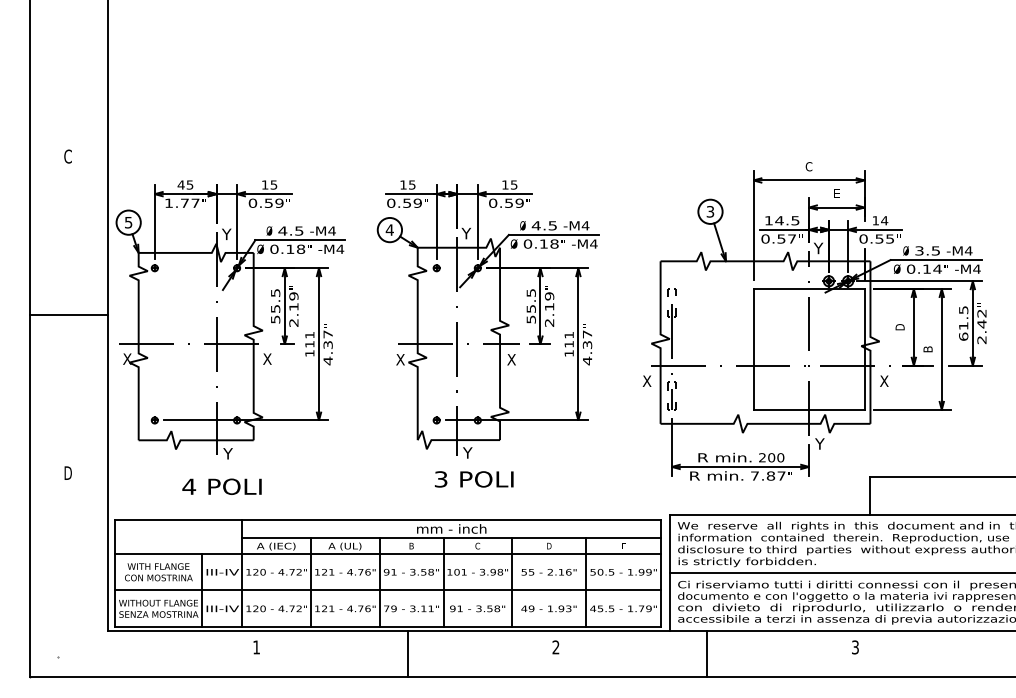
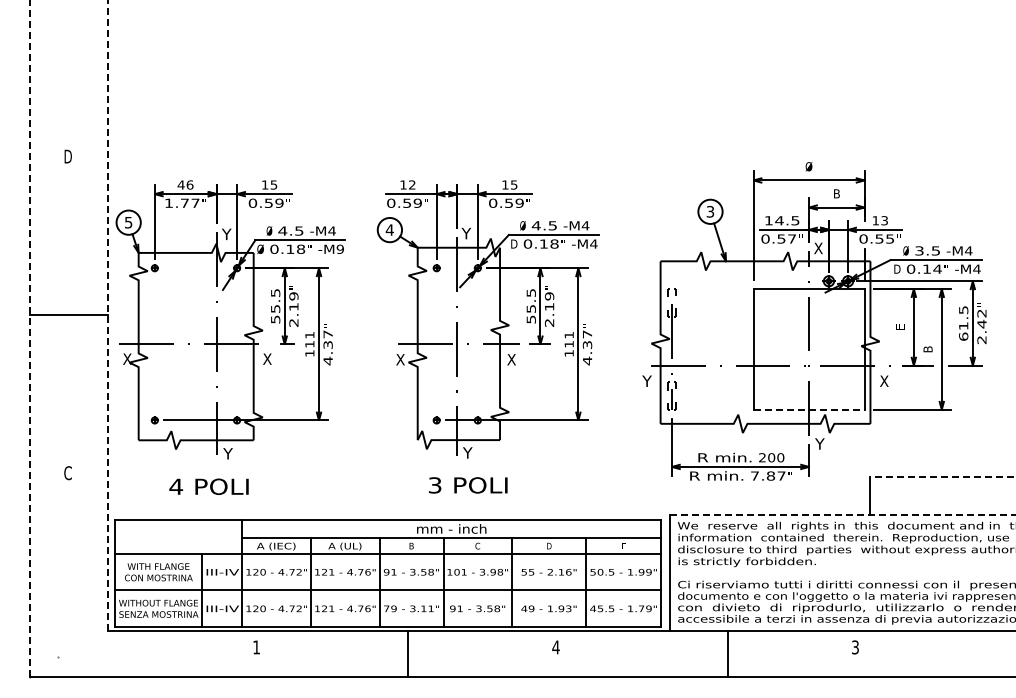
text at (67, 156): C -> D
text at (808, 166): C -> Ø
text at (189, 184): 45 -> 46
text at (412, 184): 15 -> 12
text at (836, 193): E -> B
text at (884, 220): 14 -> 13
text at (513, 243): Ø -> D
text at (340, 248): -M4 -> -M9
text at (818, 248): Y -> X
text at (896, 268): Ø -> D
line at (108, 315): solid -> dashed
text at (899, 327): D -> E
line at (30, 338): solid -> dashed
text at (646, 380): X -> Y
line at (809, 409): solid -> dashed
text at (67, 473): D -> C
line at (942, 476): solid -> dashed
text at (474, 479) position: (474, 479) -> (468, 485)
text at (221, 486) position: (221, 486) -> (208, 486)
line at (843, 515): solid -> dashed
line at (841, 573): present -> none
text at (555, 647): 2 -> 4
line at (707, 654) position: (707, 654) -> (728, 654)
